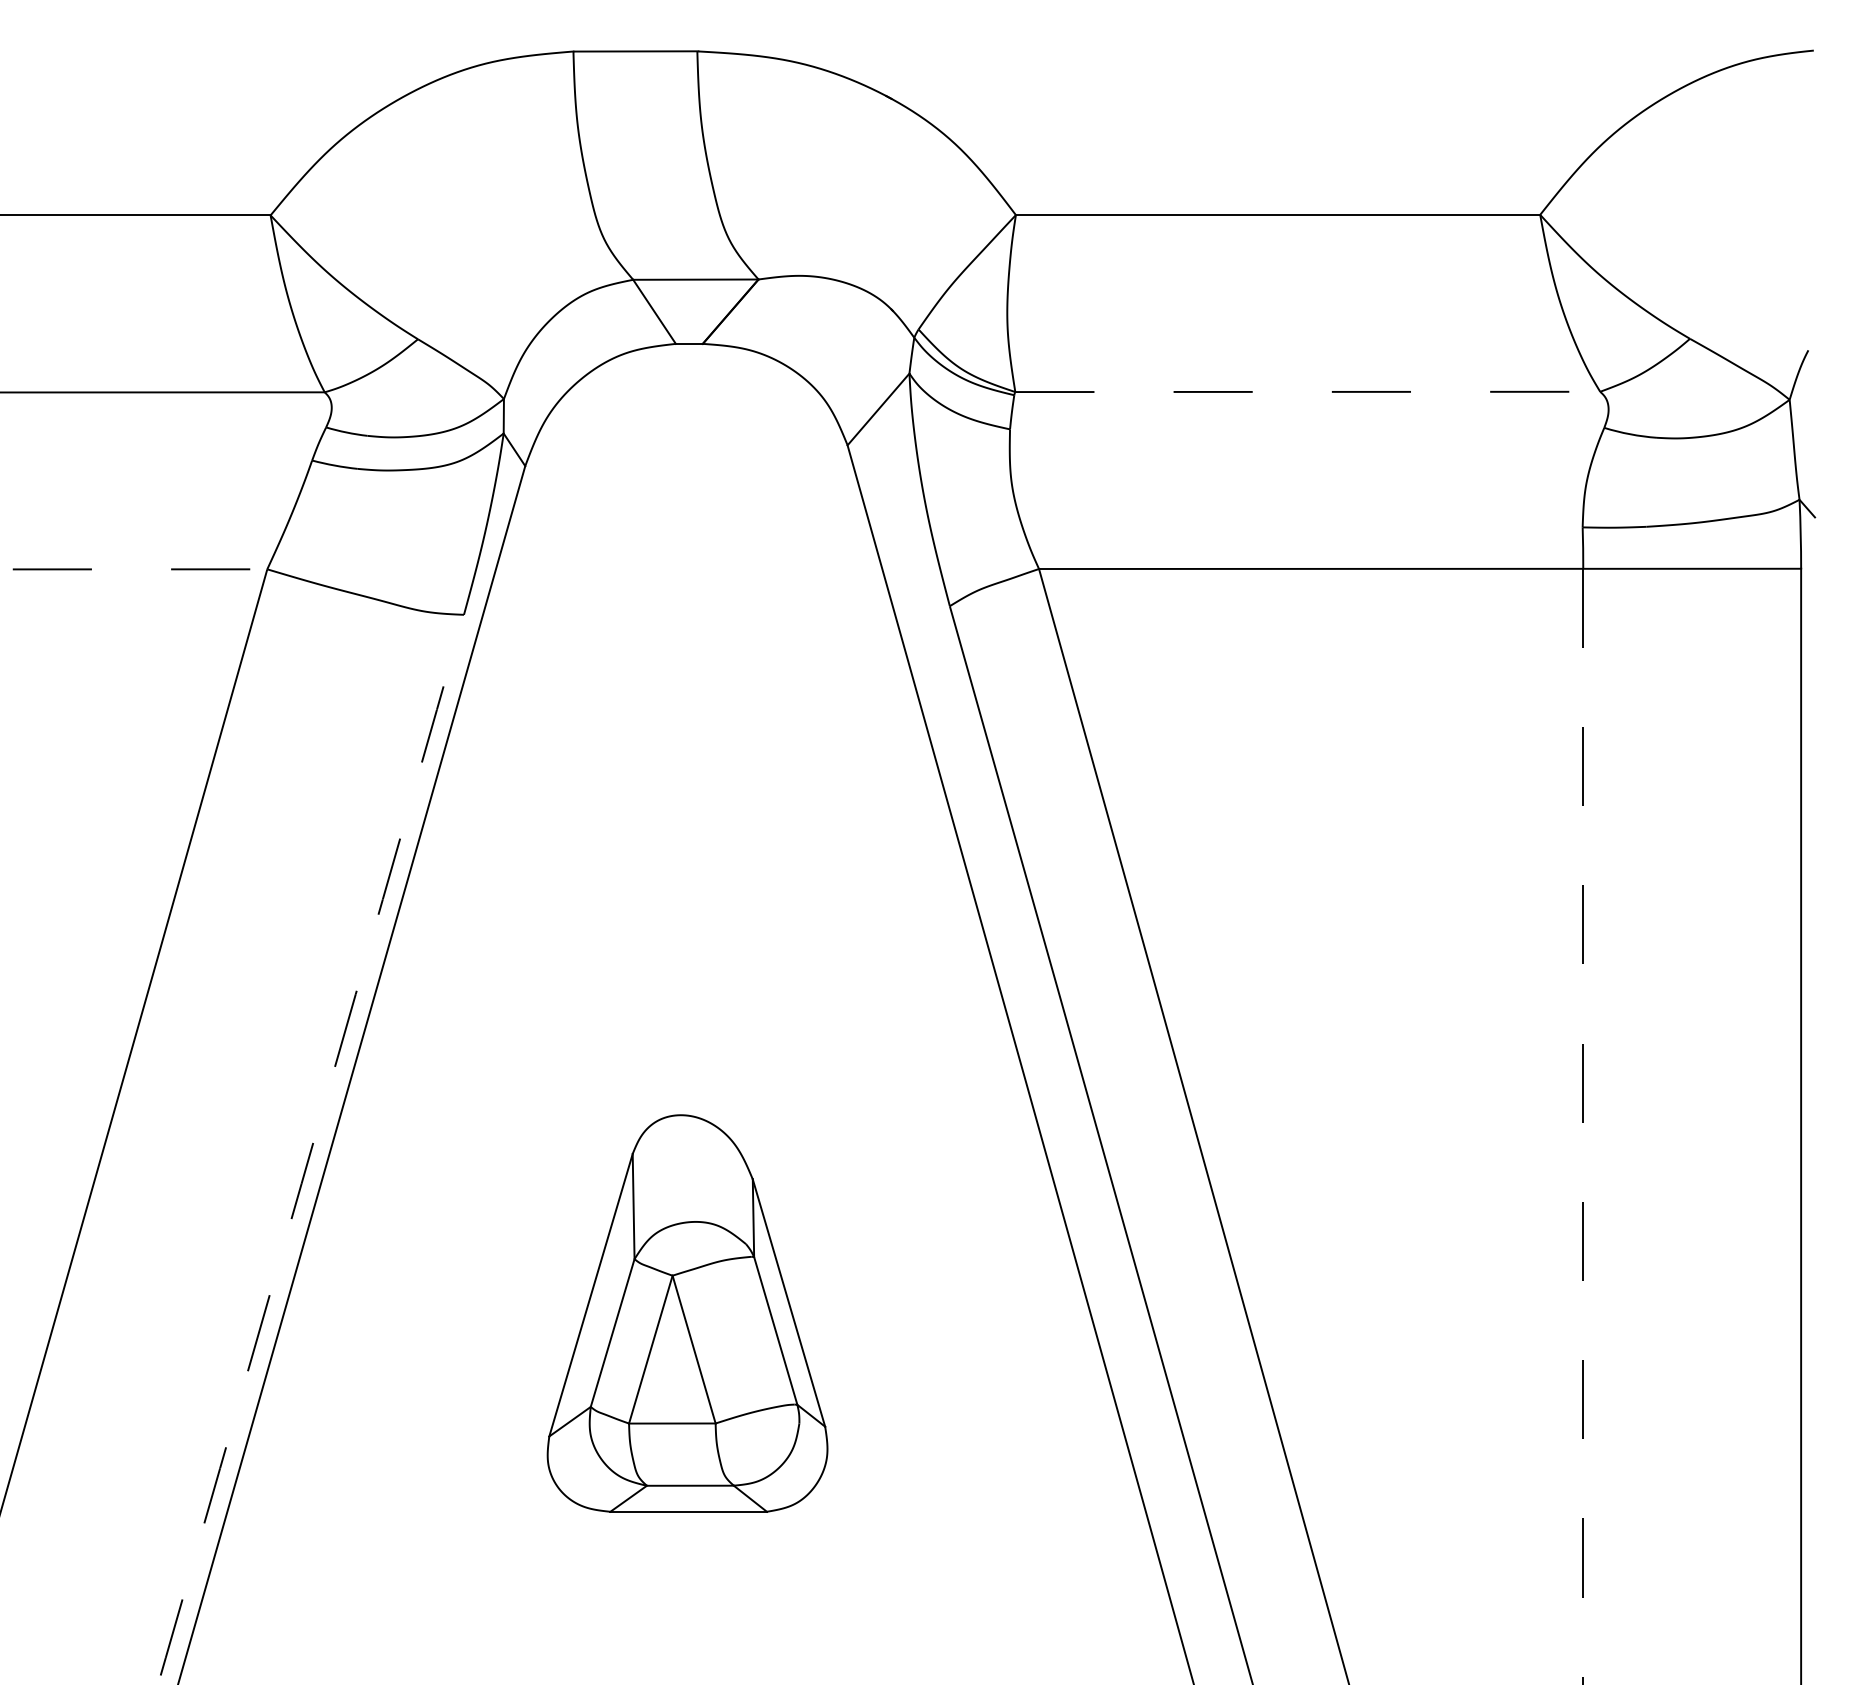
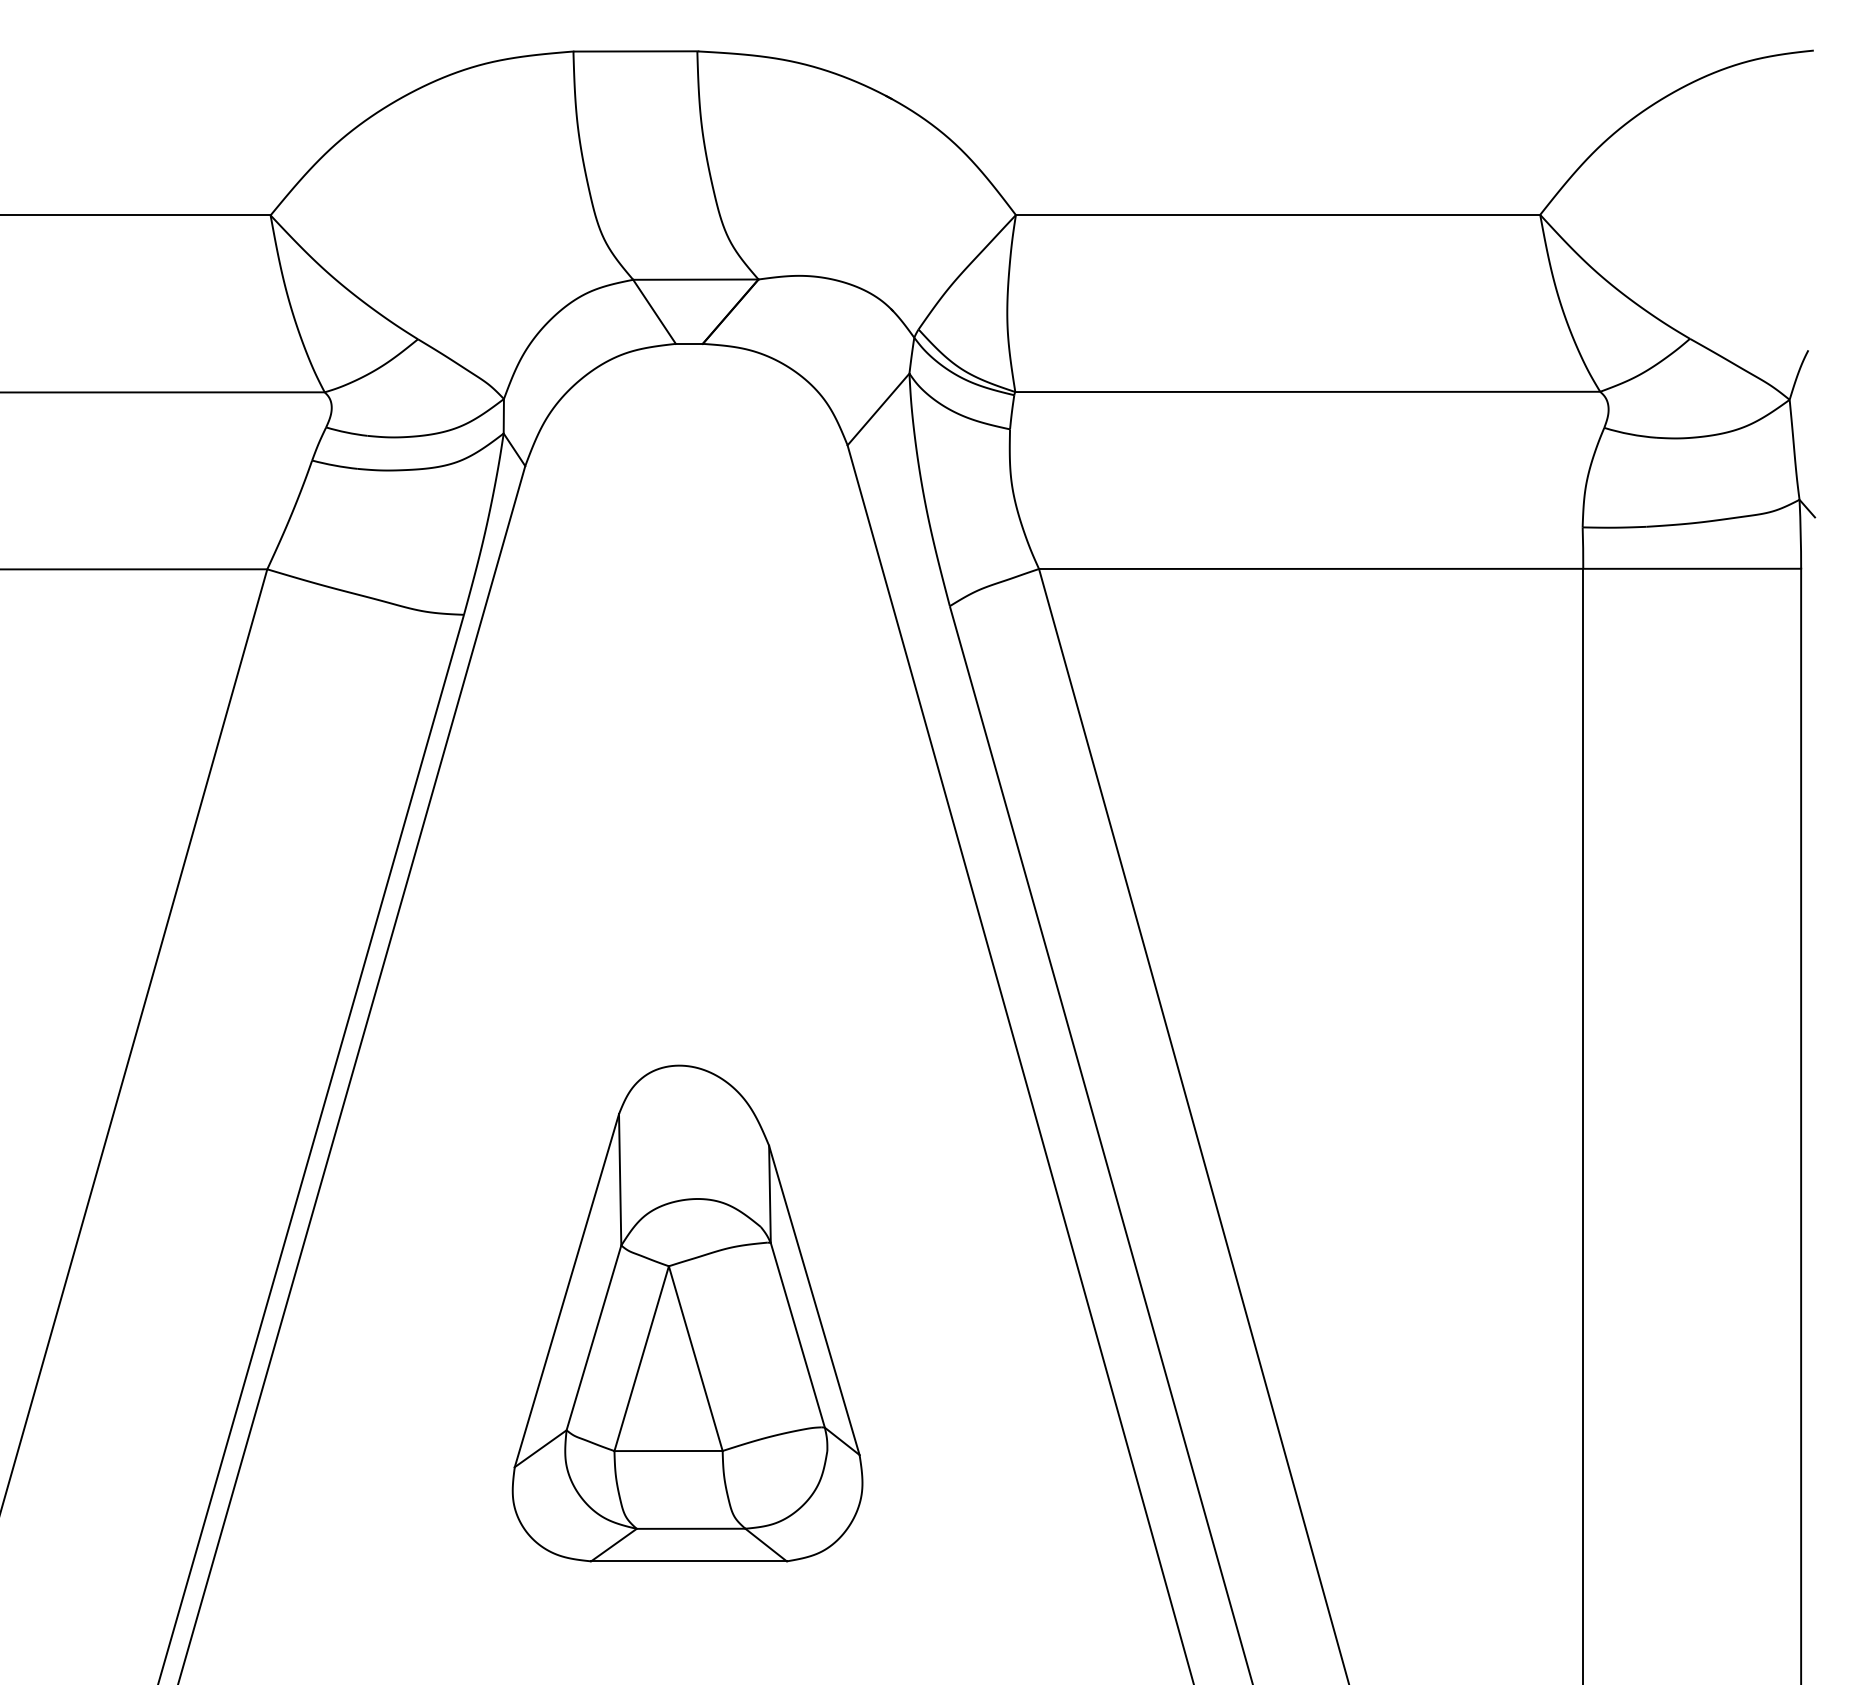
line at (1308, 391): dashed -> solid
line at (134, 569): dashed -> solid
line at (1583, 1126): dashed -> solid
arc at (311, 1149): dashed -> solid
part at (687, 1313) size: 283x399 px -> 353x499 px
